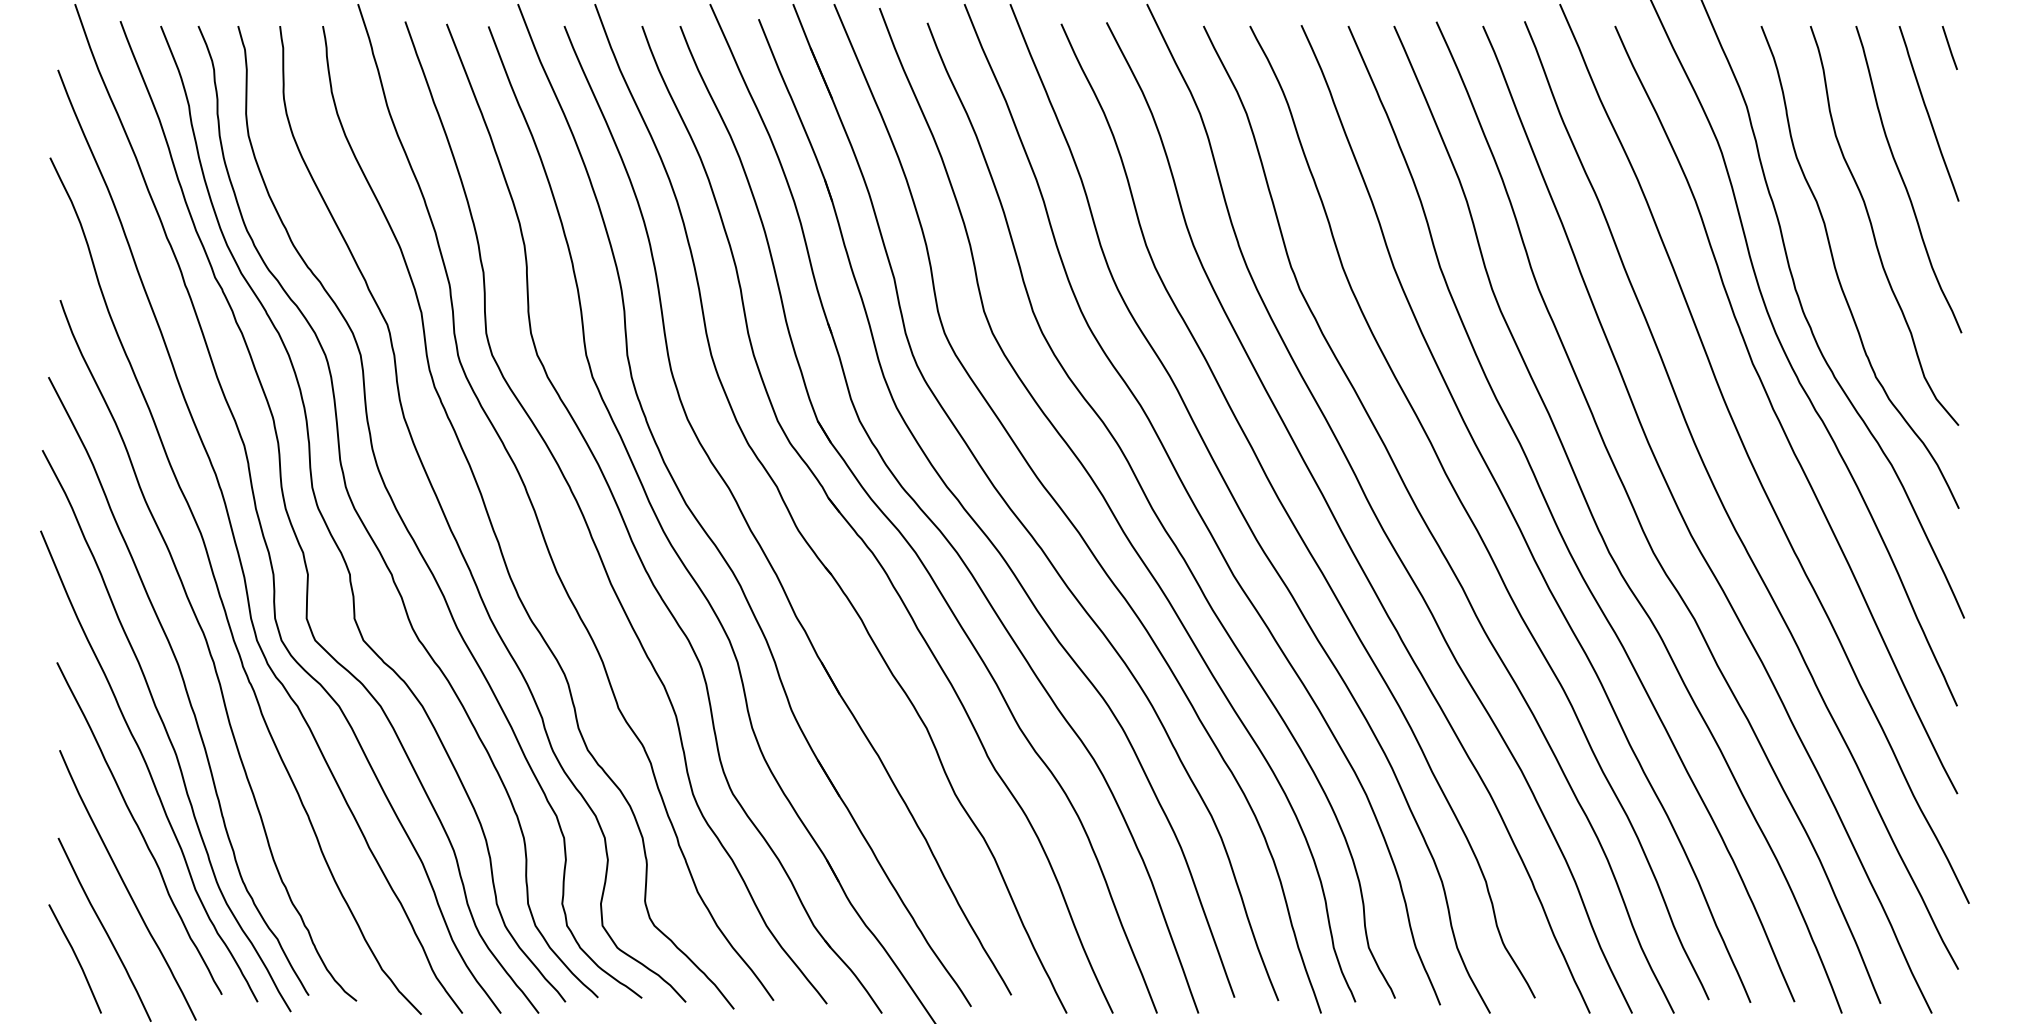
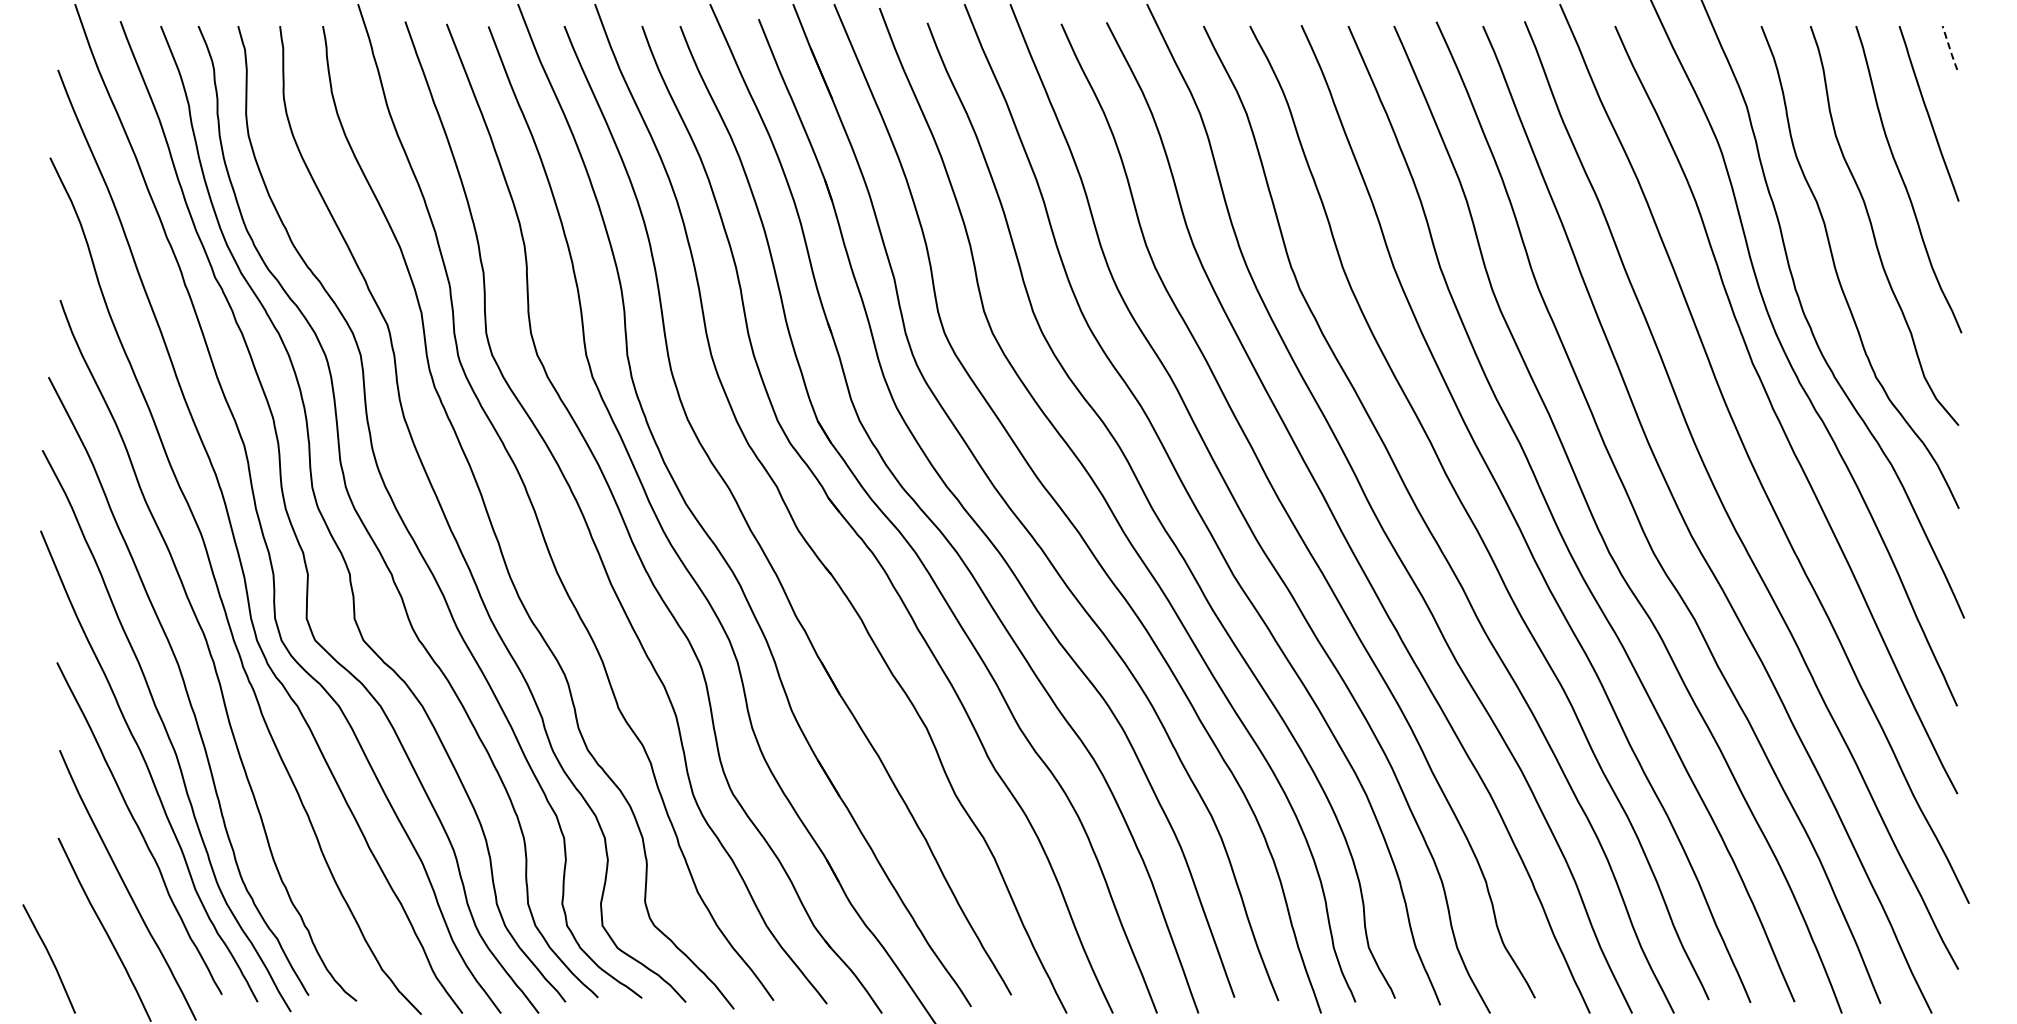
line at (1949, 48): solid -> dashed
line at (75, 957) position: (75, 957) -> (49, 957)
